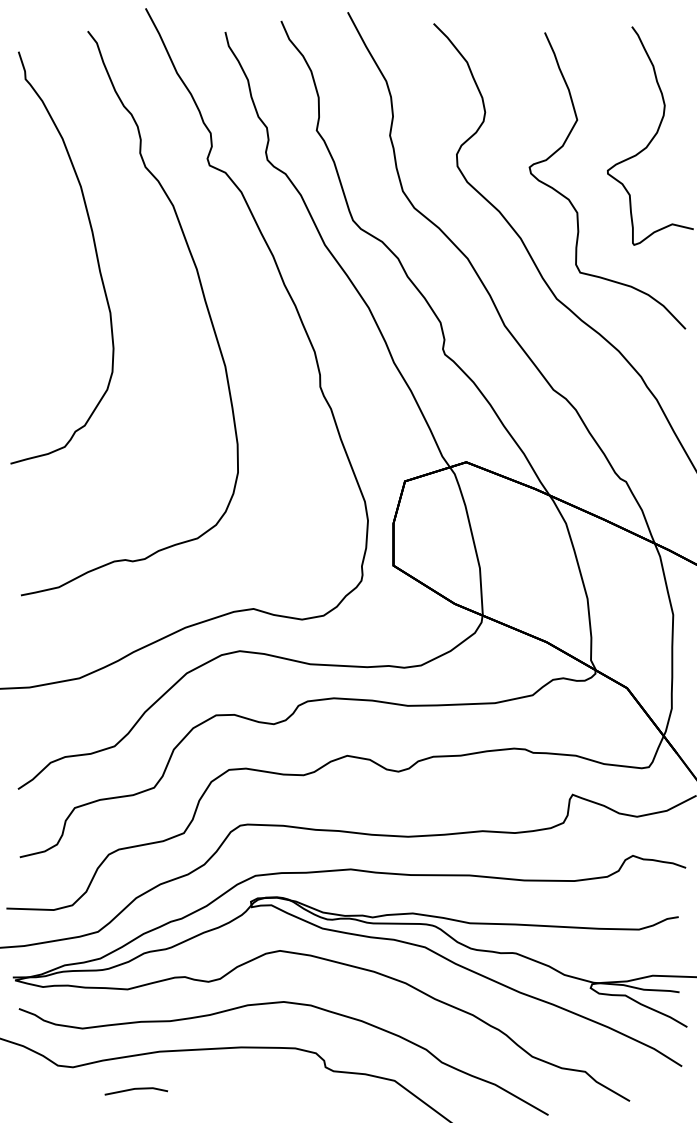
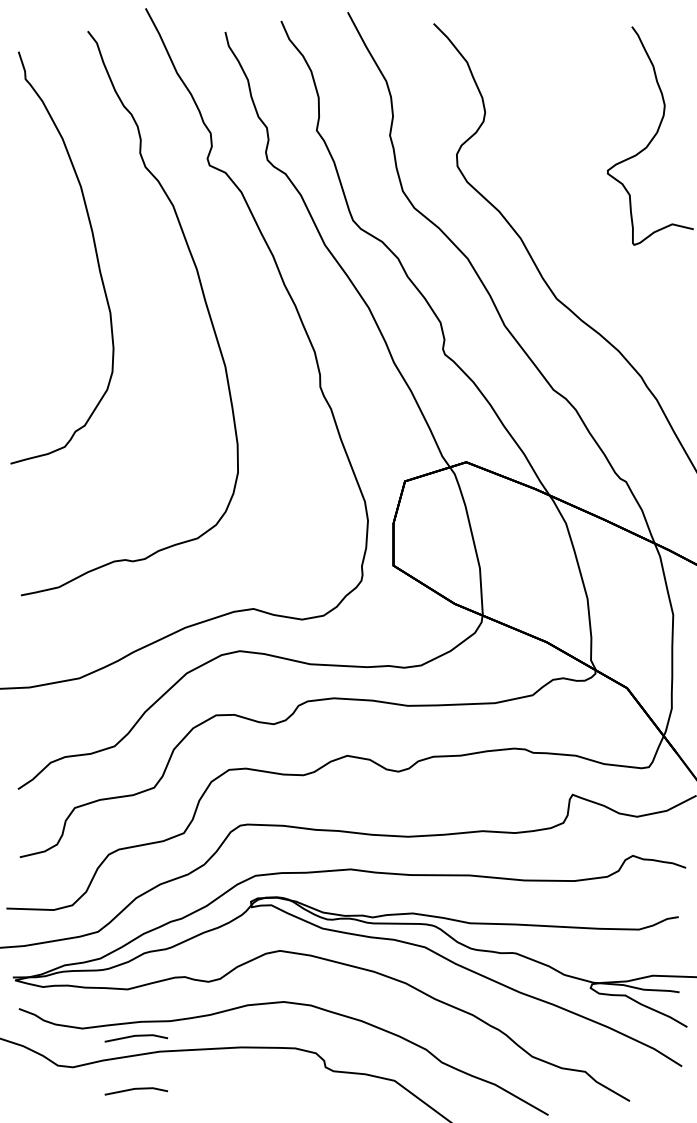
curve at (571, 201): present -> none
line at (136, 1036): none -> present
